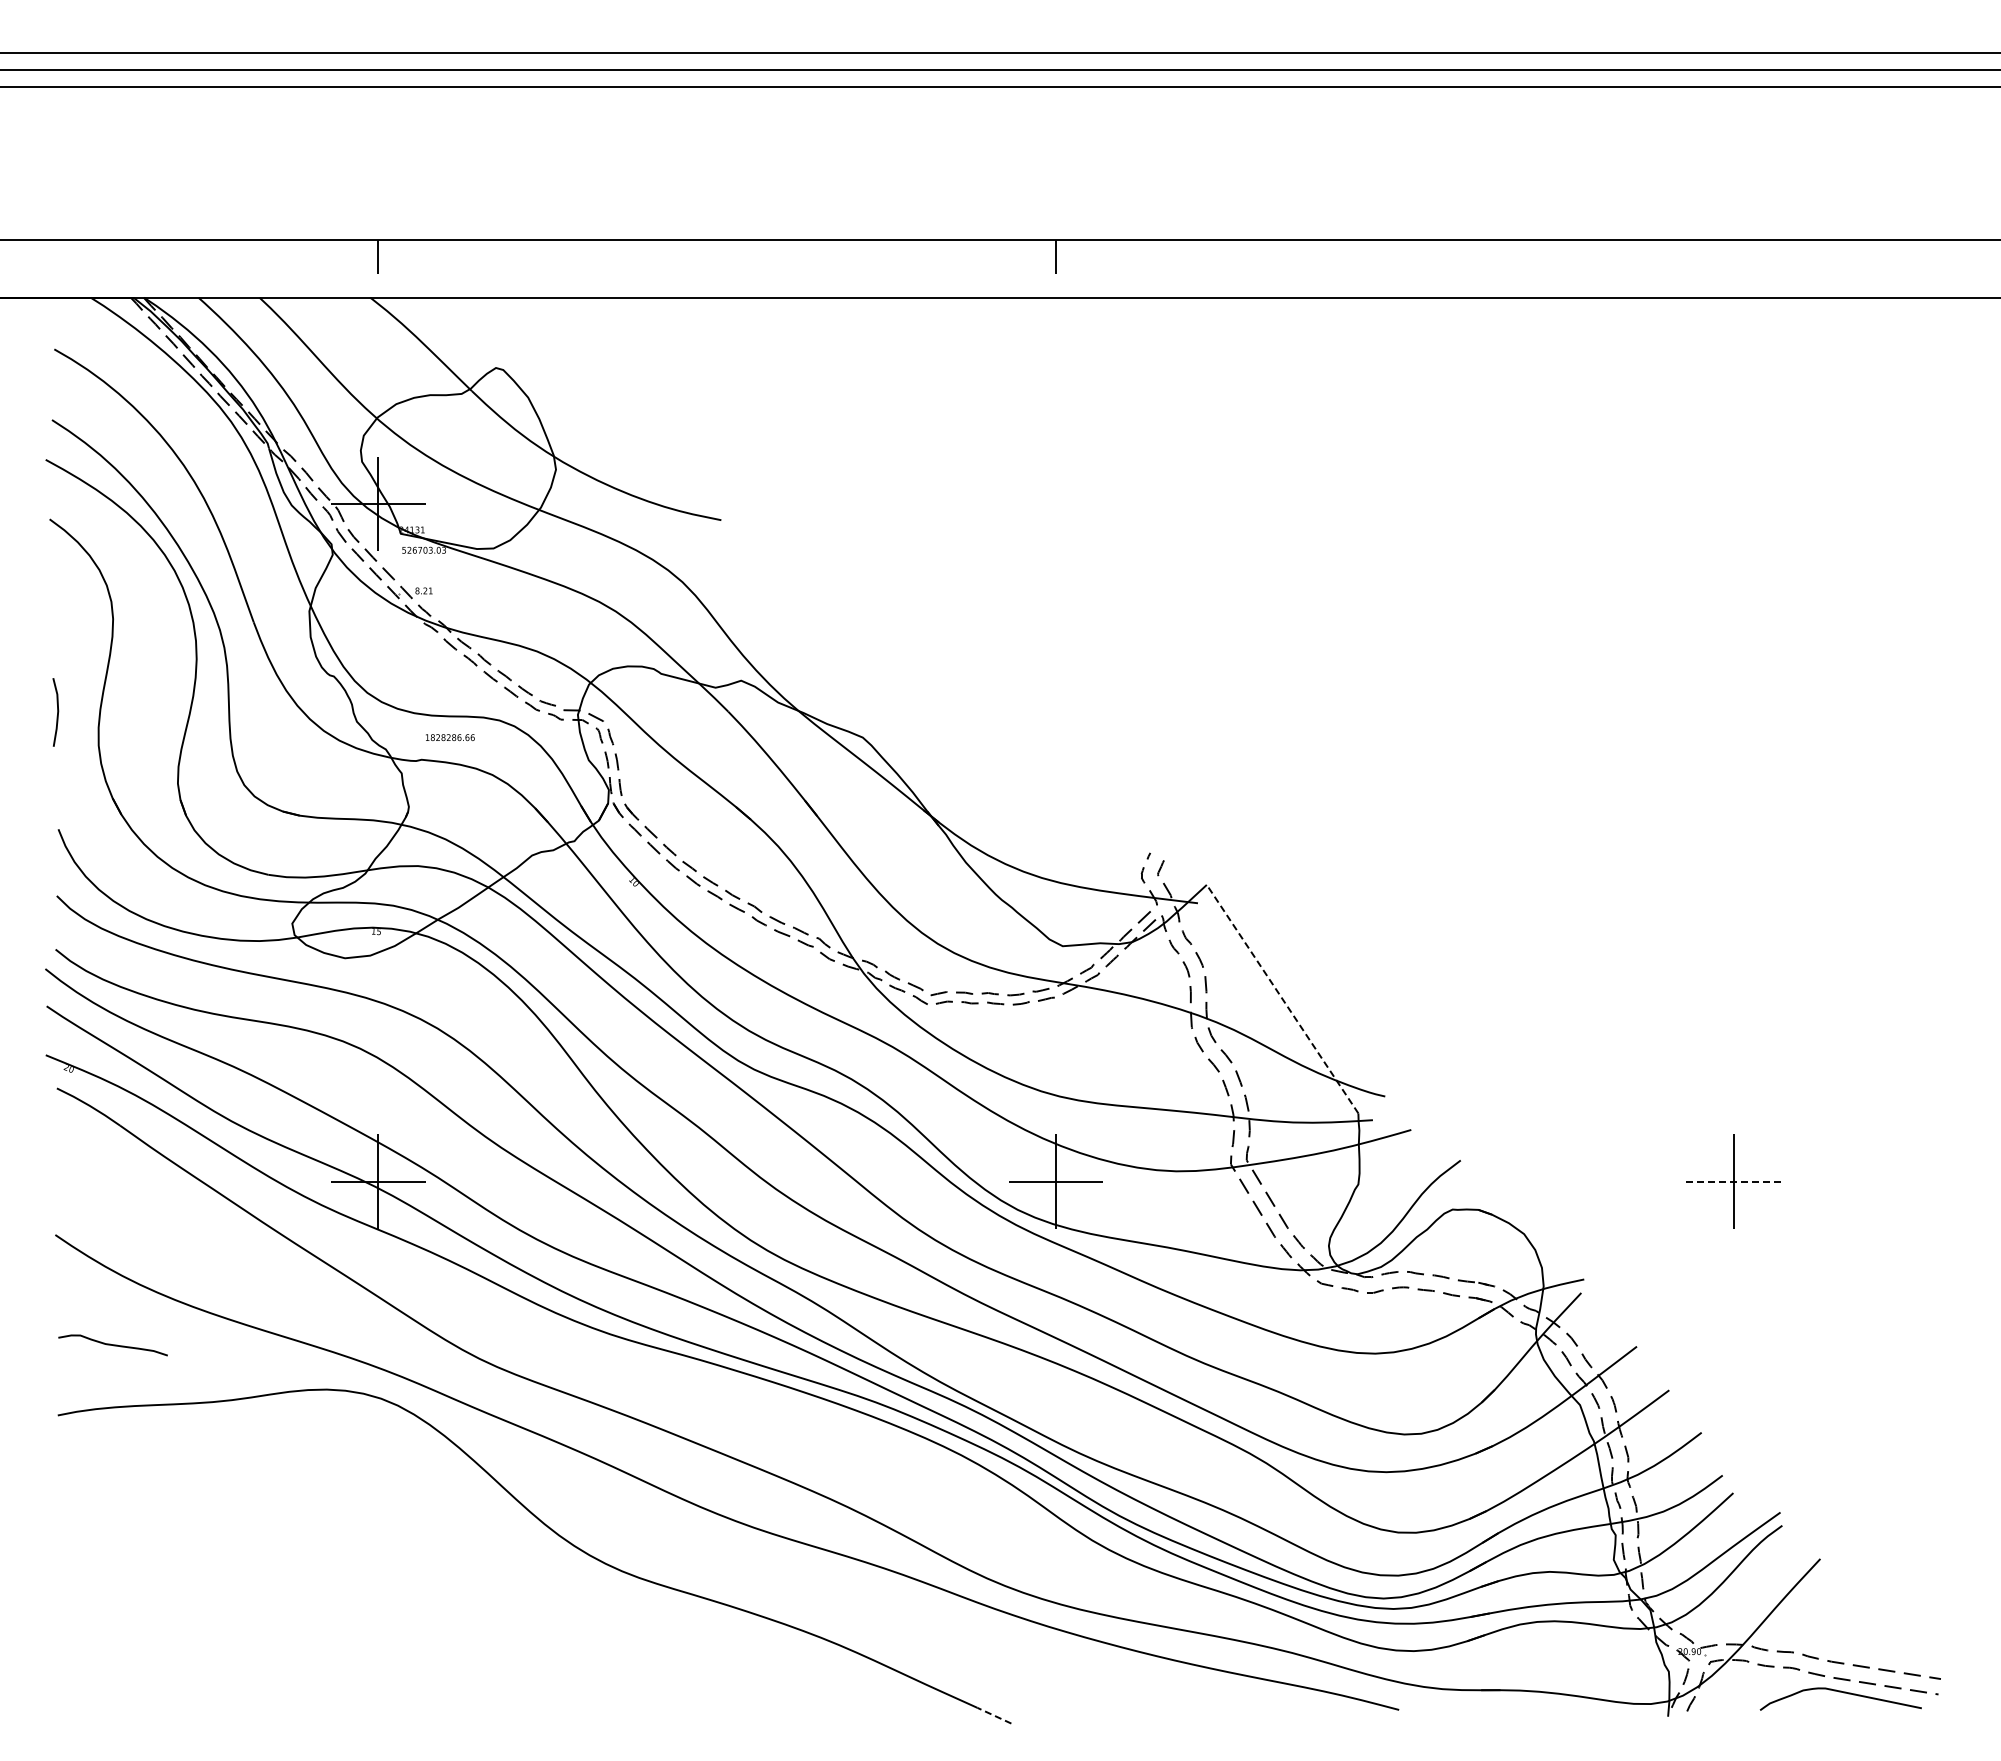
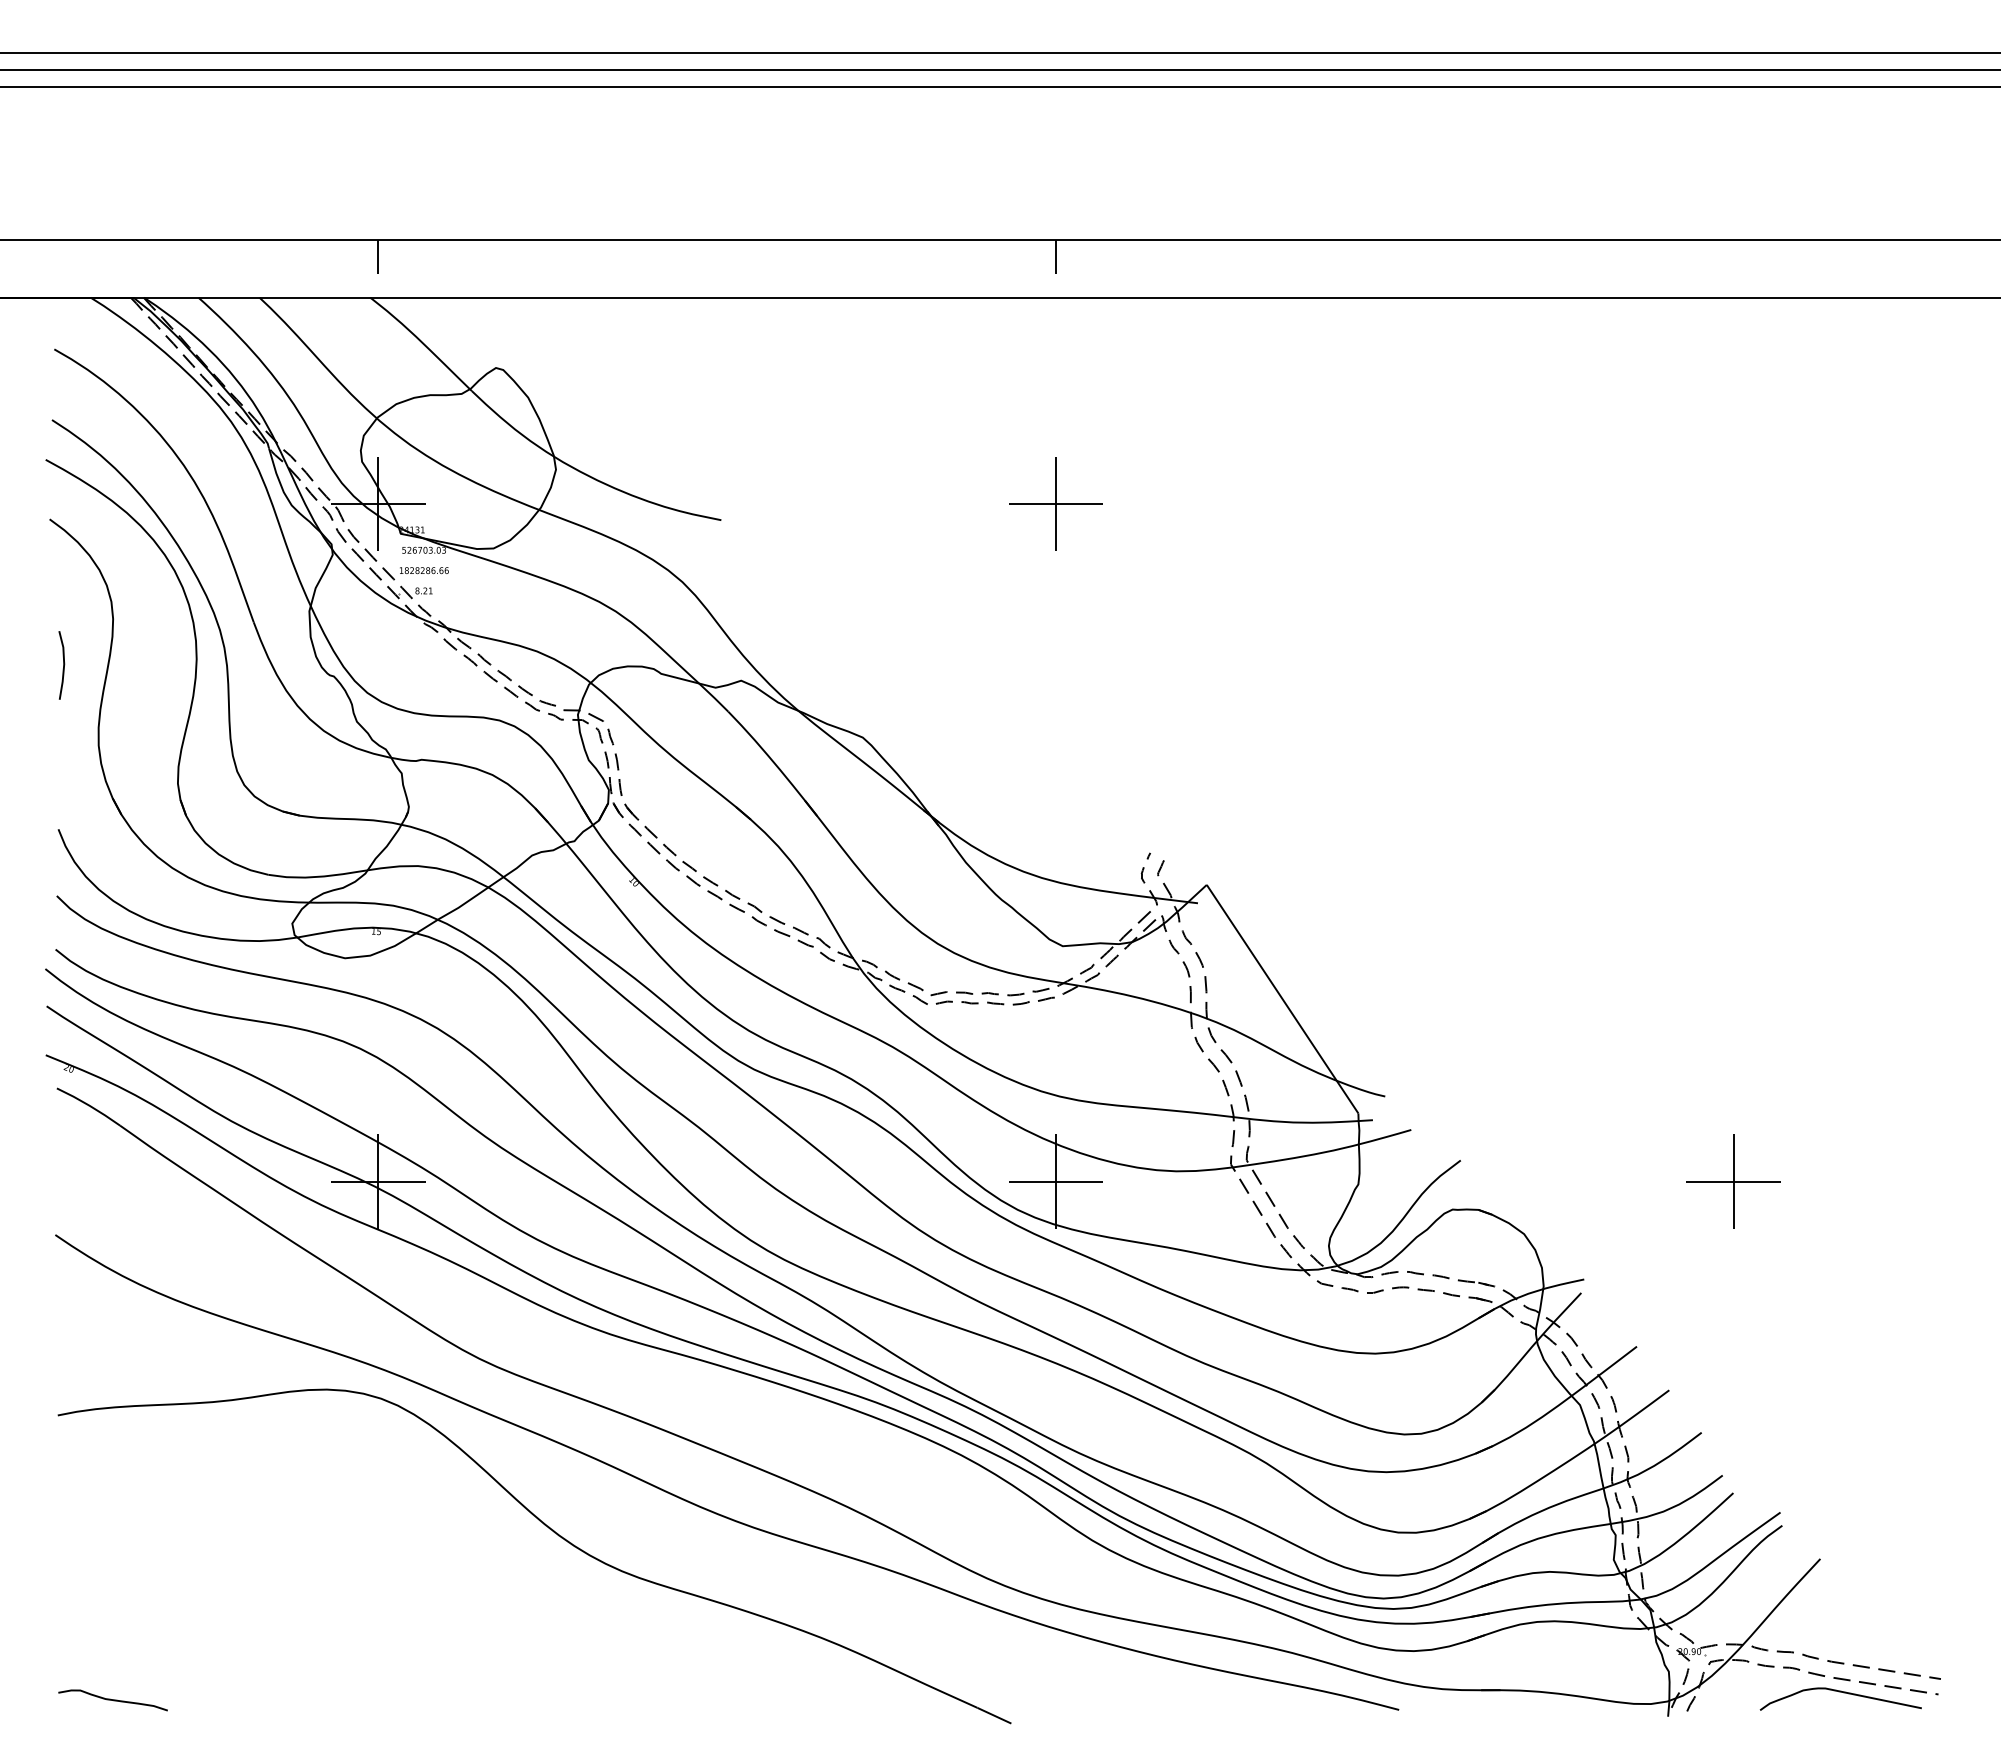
part at (1055, 503): none -> present
line at (57, 712) position: (57, 712) -> (63, 665)
text at (450, 737) position: (450, 737) -> (424, 570)
line at (1282, 998): dashed -> solid
line at (1733, 1181): dashed -> solid
curve at (112, 1345) position: (112, 1345) -> (112, 1700)
line at (994, 1715): dashed -> solid
